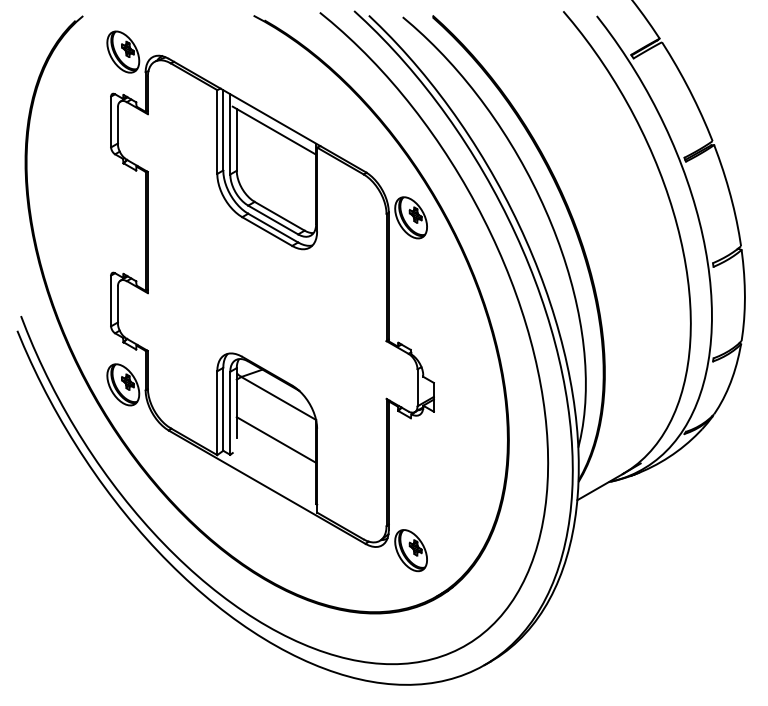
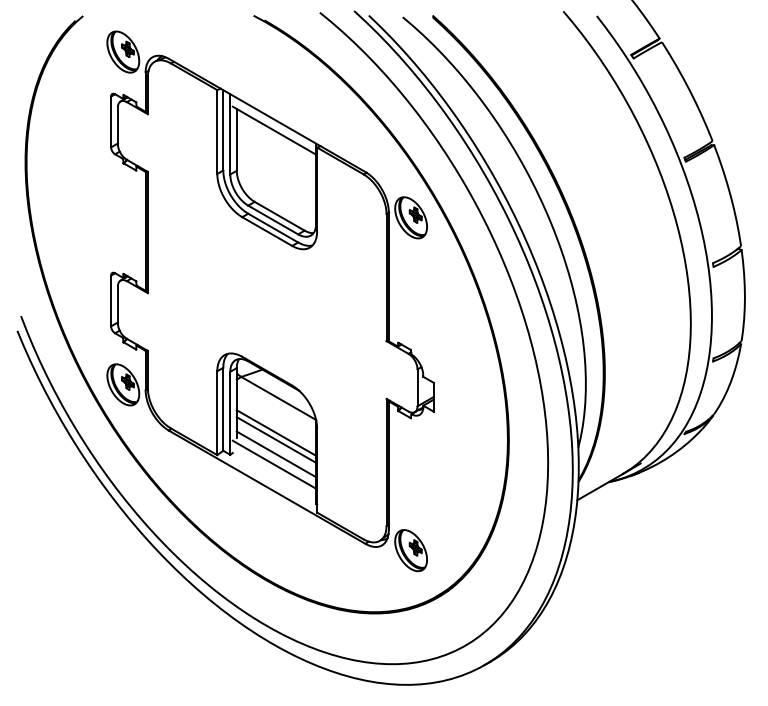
line at (276, 432): none -> present
line at (276, 454): none -> present
line at (274, 464): none -> present
